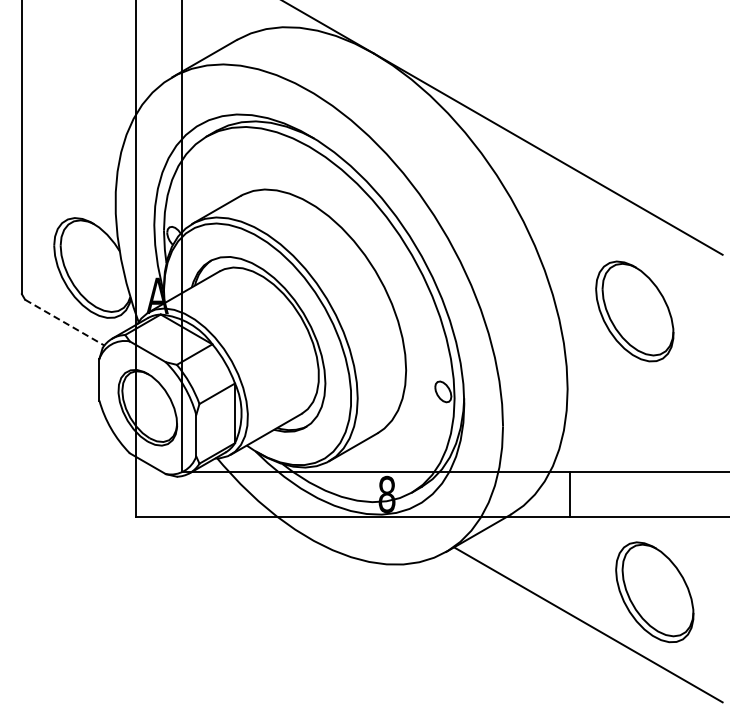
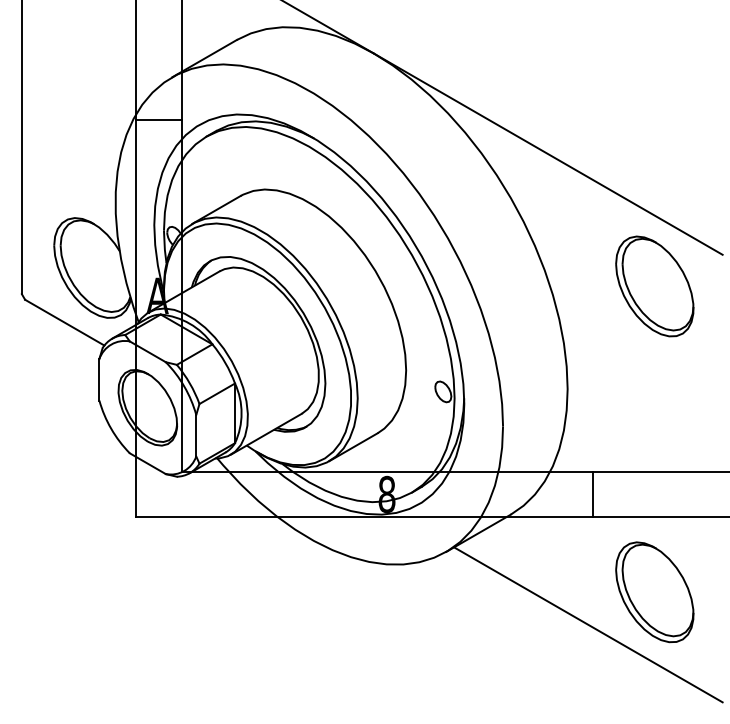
line at (158, 119): none -> present
part at (634, 311) position: (634, 311) -> (654, 286)
line at (64, 322): dashed -> solid
line at (569, 494) position: (569, 494) -> (592, 494)
